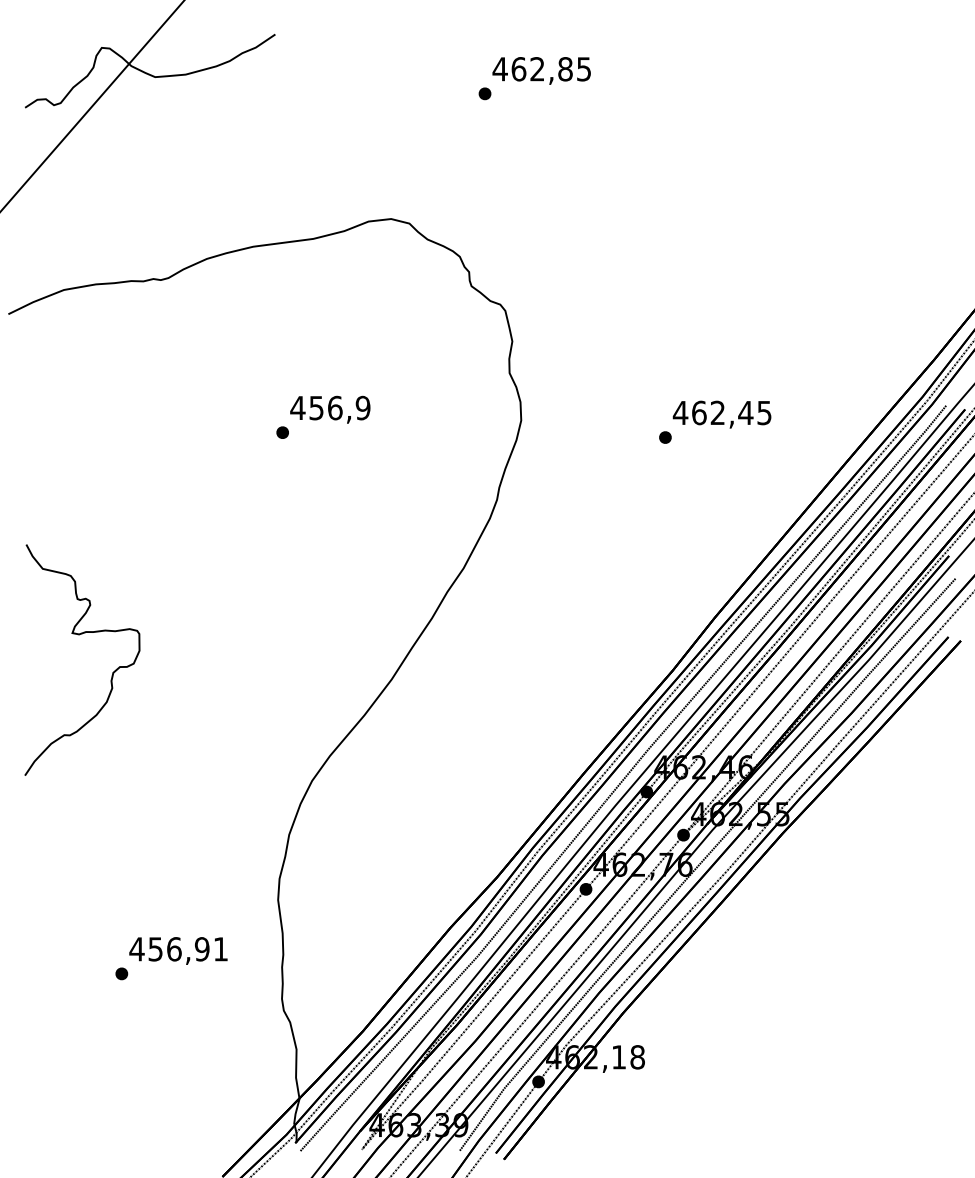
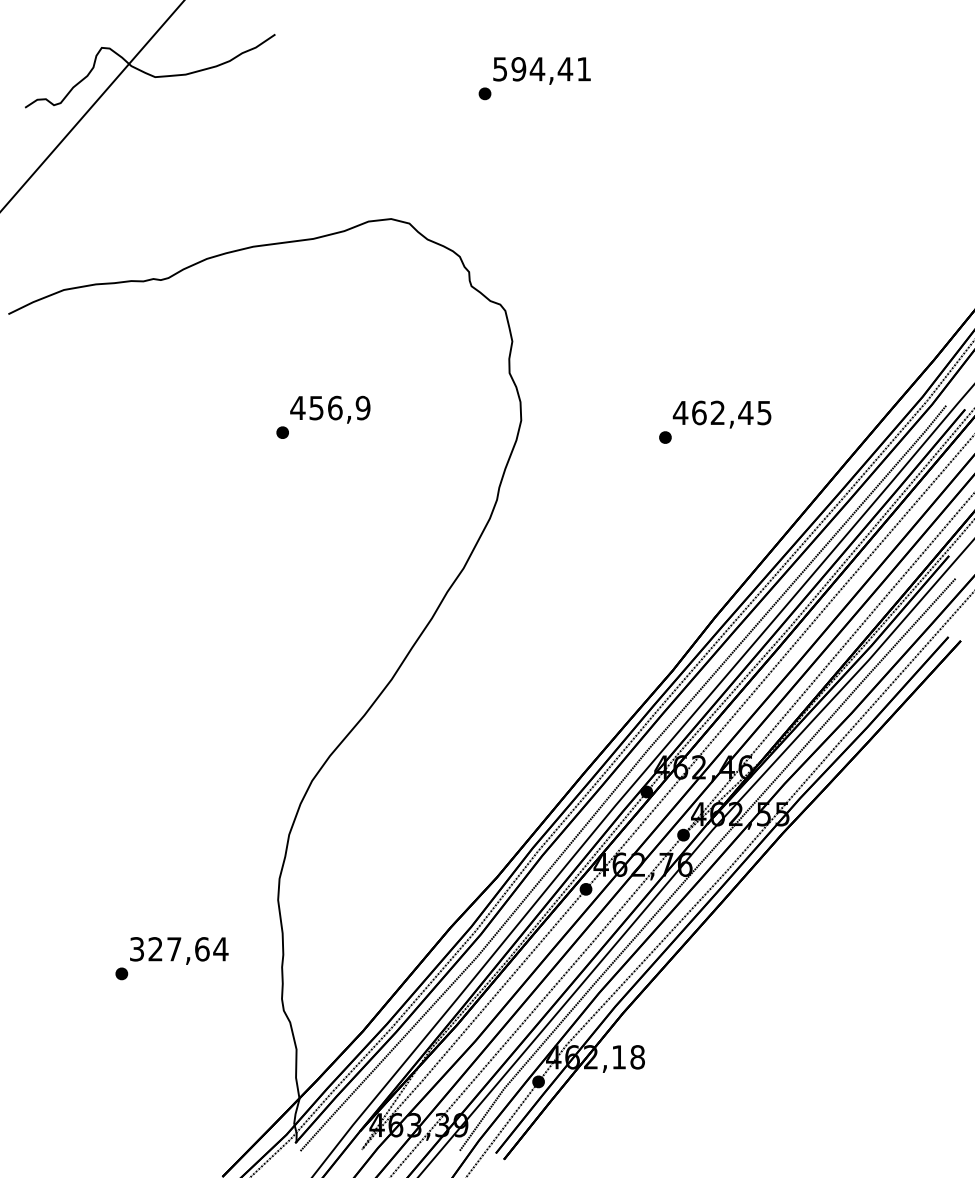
text at (541, 69): 462,85 -> 594,41
curve at (79, 635): present -> none
text at (178, 949): 456,91 -> 327,64
